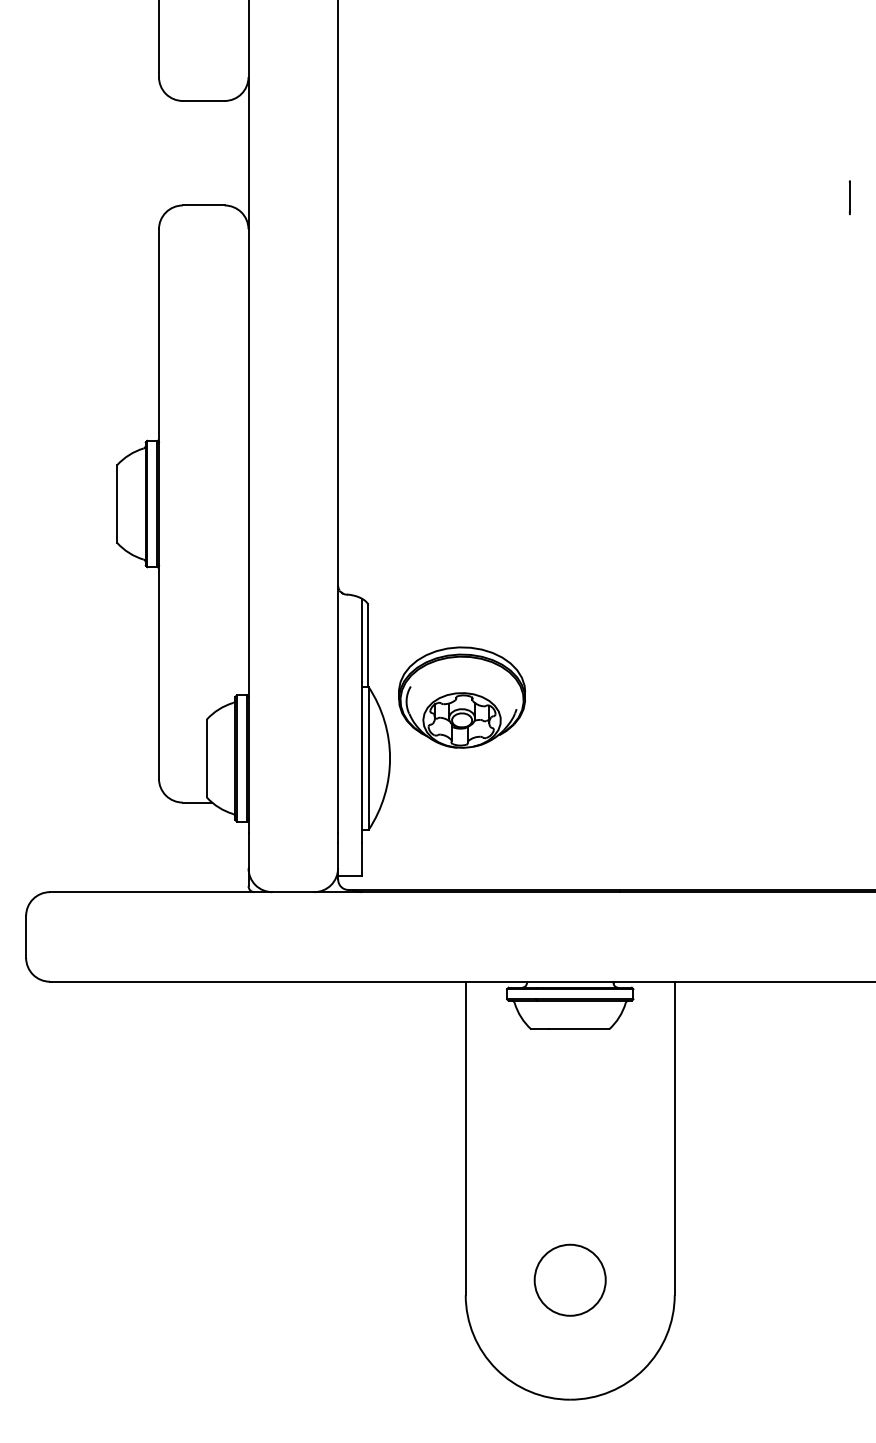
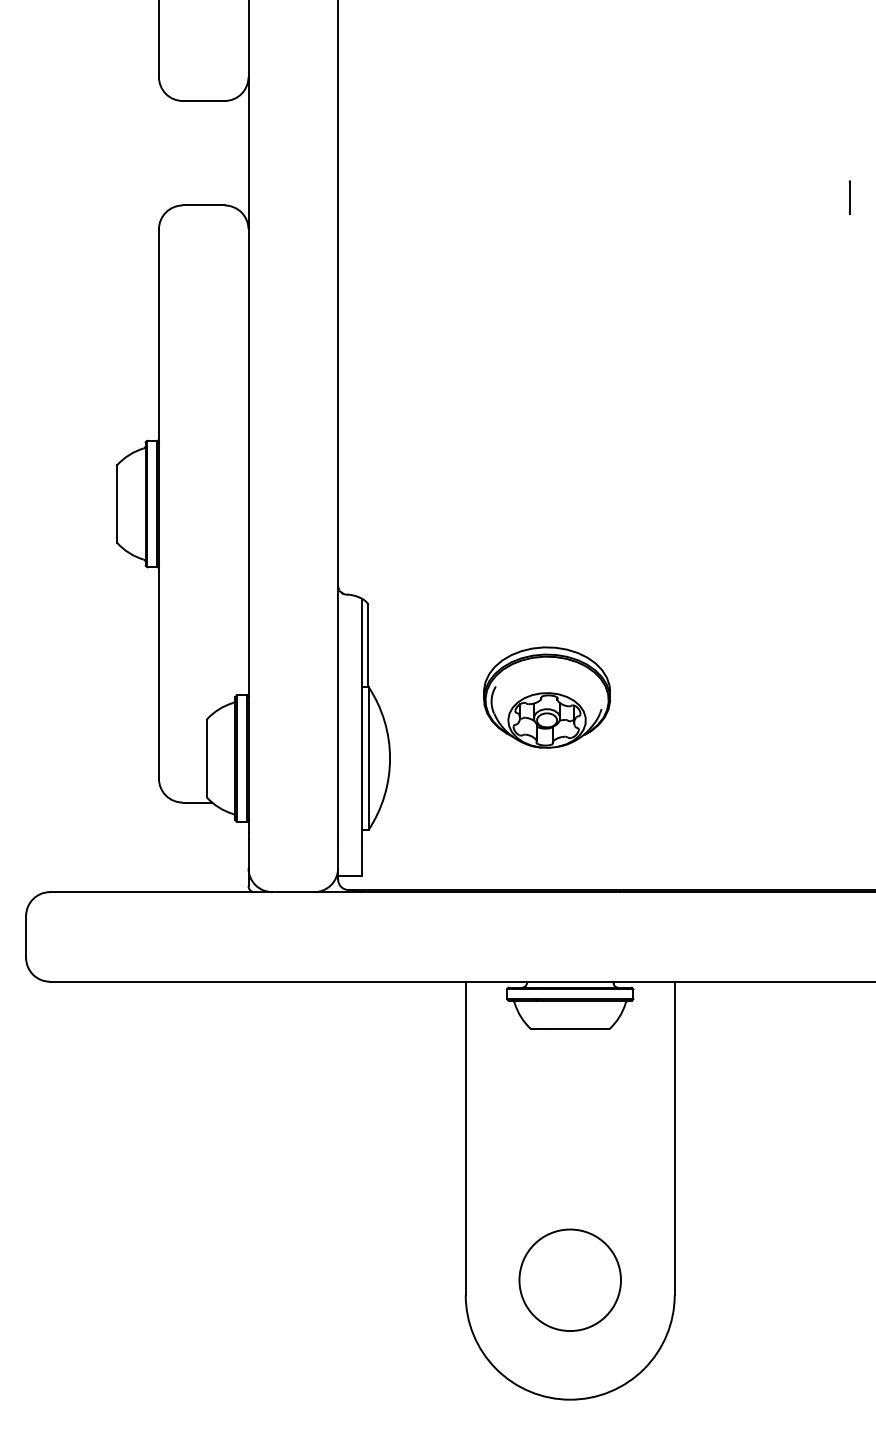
part at (462, 697) position: (462, 697) -> (547, 697)
circle at (569, 1279) diameter: 71 px -> 102 px
